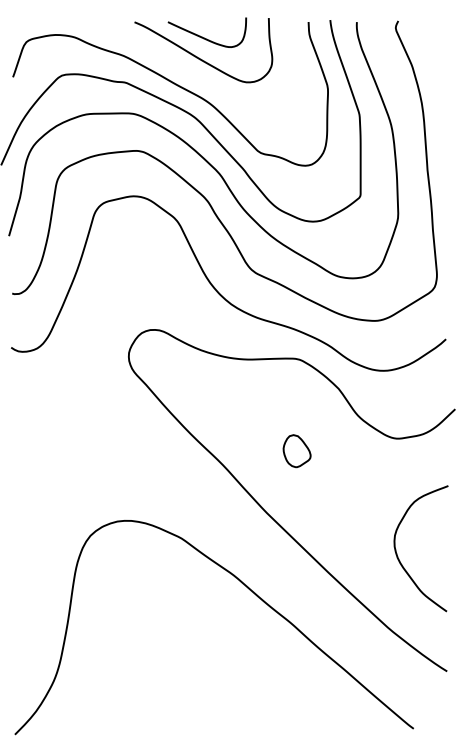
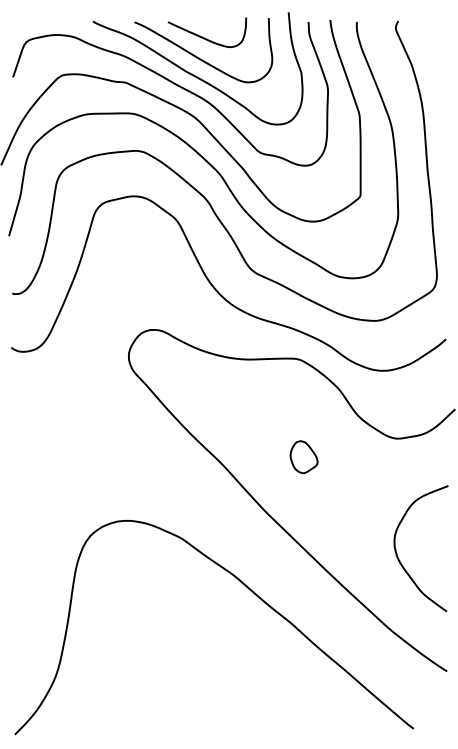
curve at (194, 74): none -> present
part at (296, 451) position: (296, 451) -> (303, 457)
